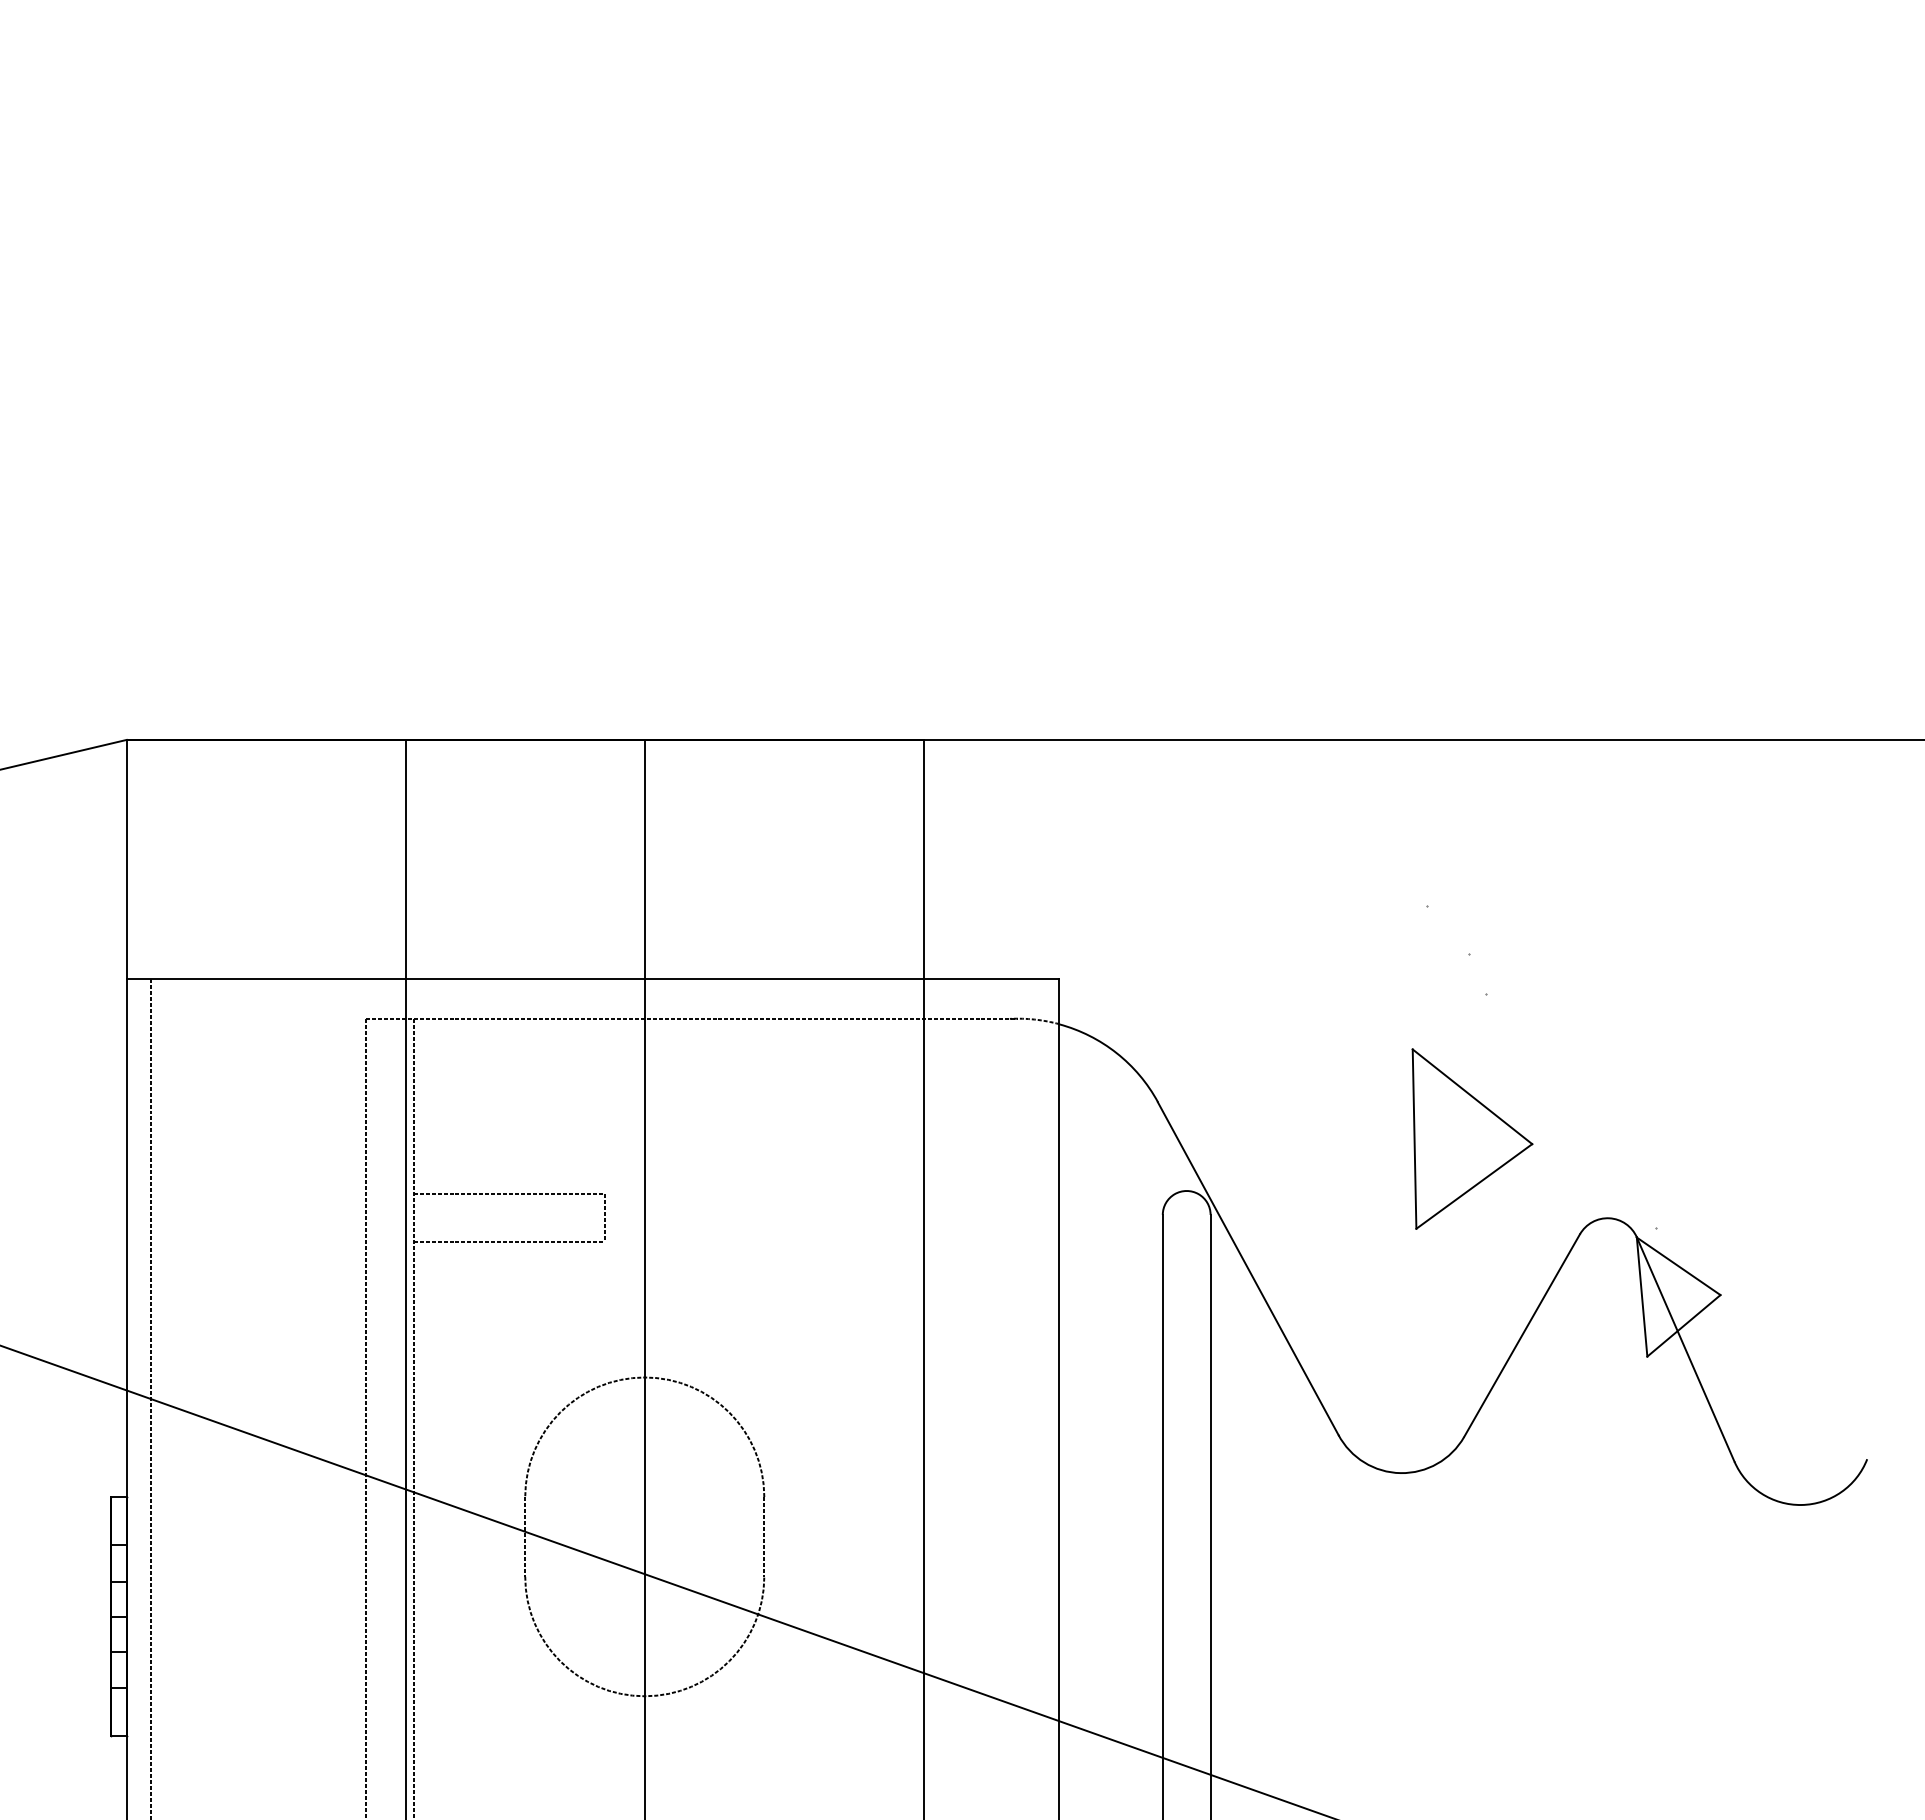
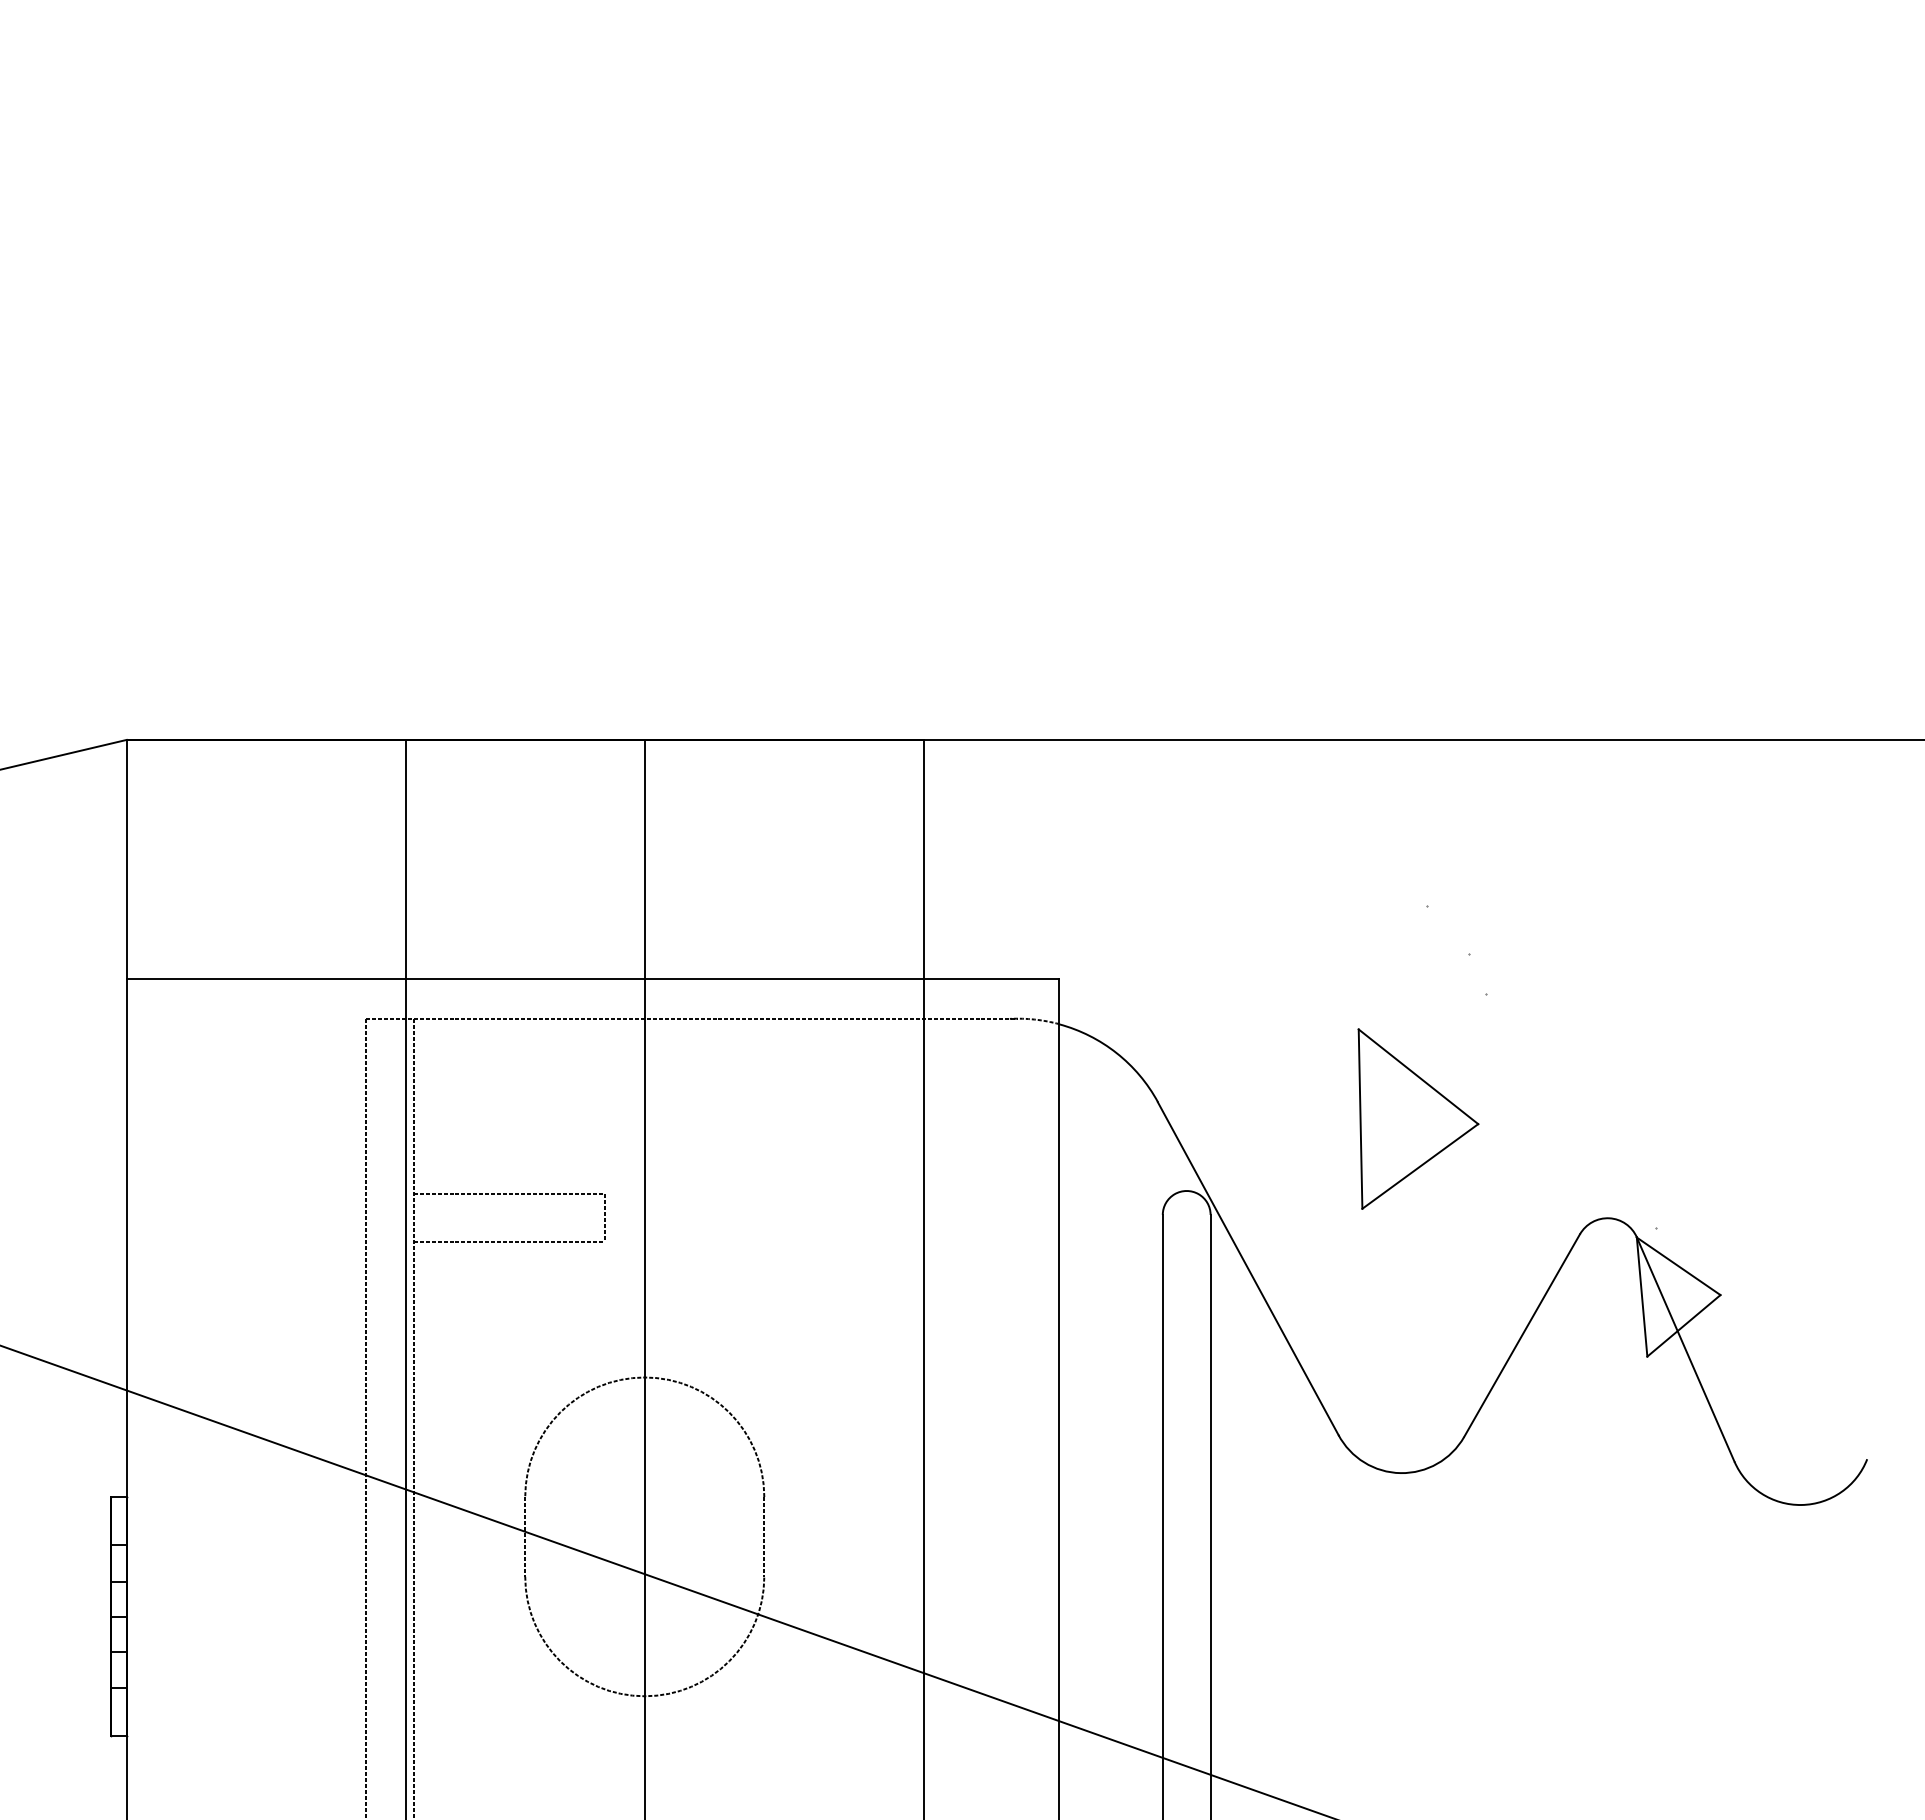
part at (1472, 1138) position: (1472, 1138) -> (1418, 1118)
line at (150, 1397): present -> none
